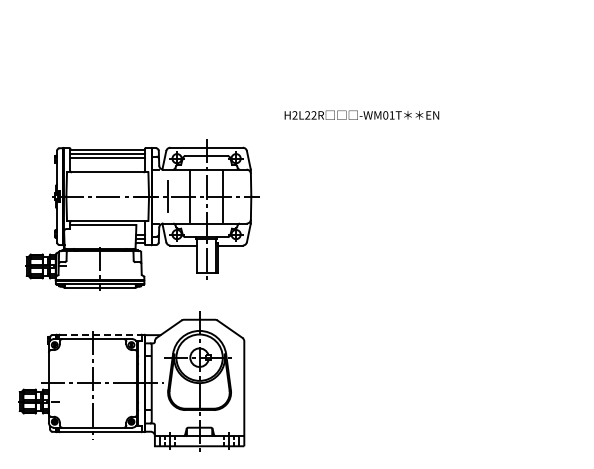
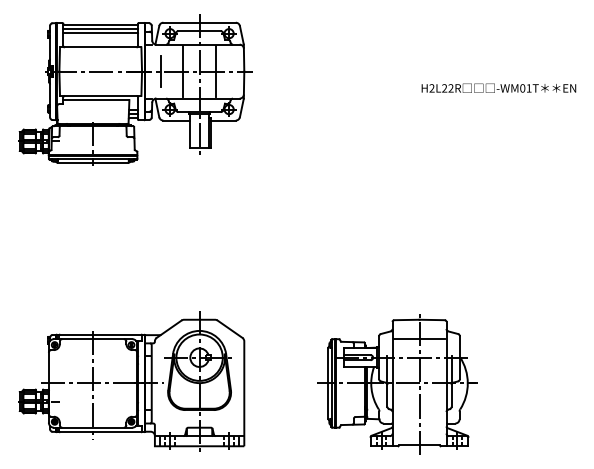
text at (361, 114) position: (361, 114) -> (498, 87)
part at (142, 214) position: (142, 214) -> (135, 89)
line at (101, 334): dashed -> solid
part at (397, 384): none -> present
